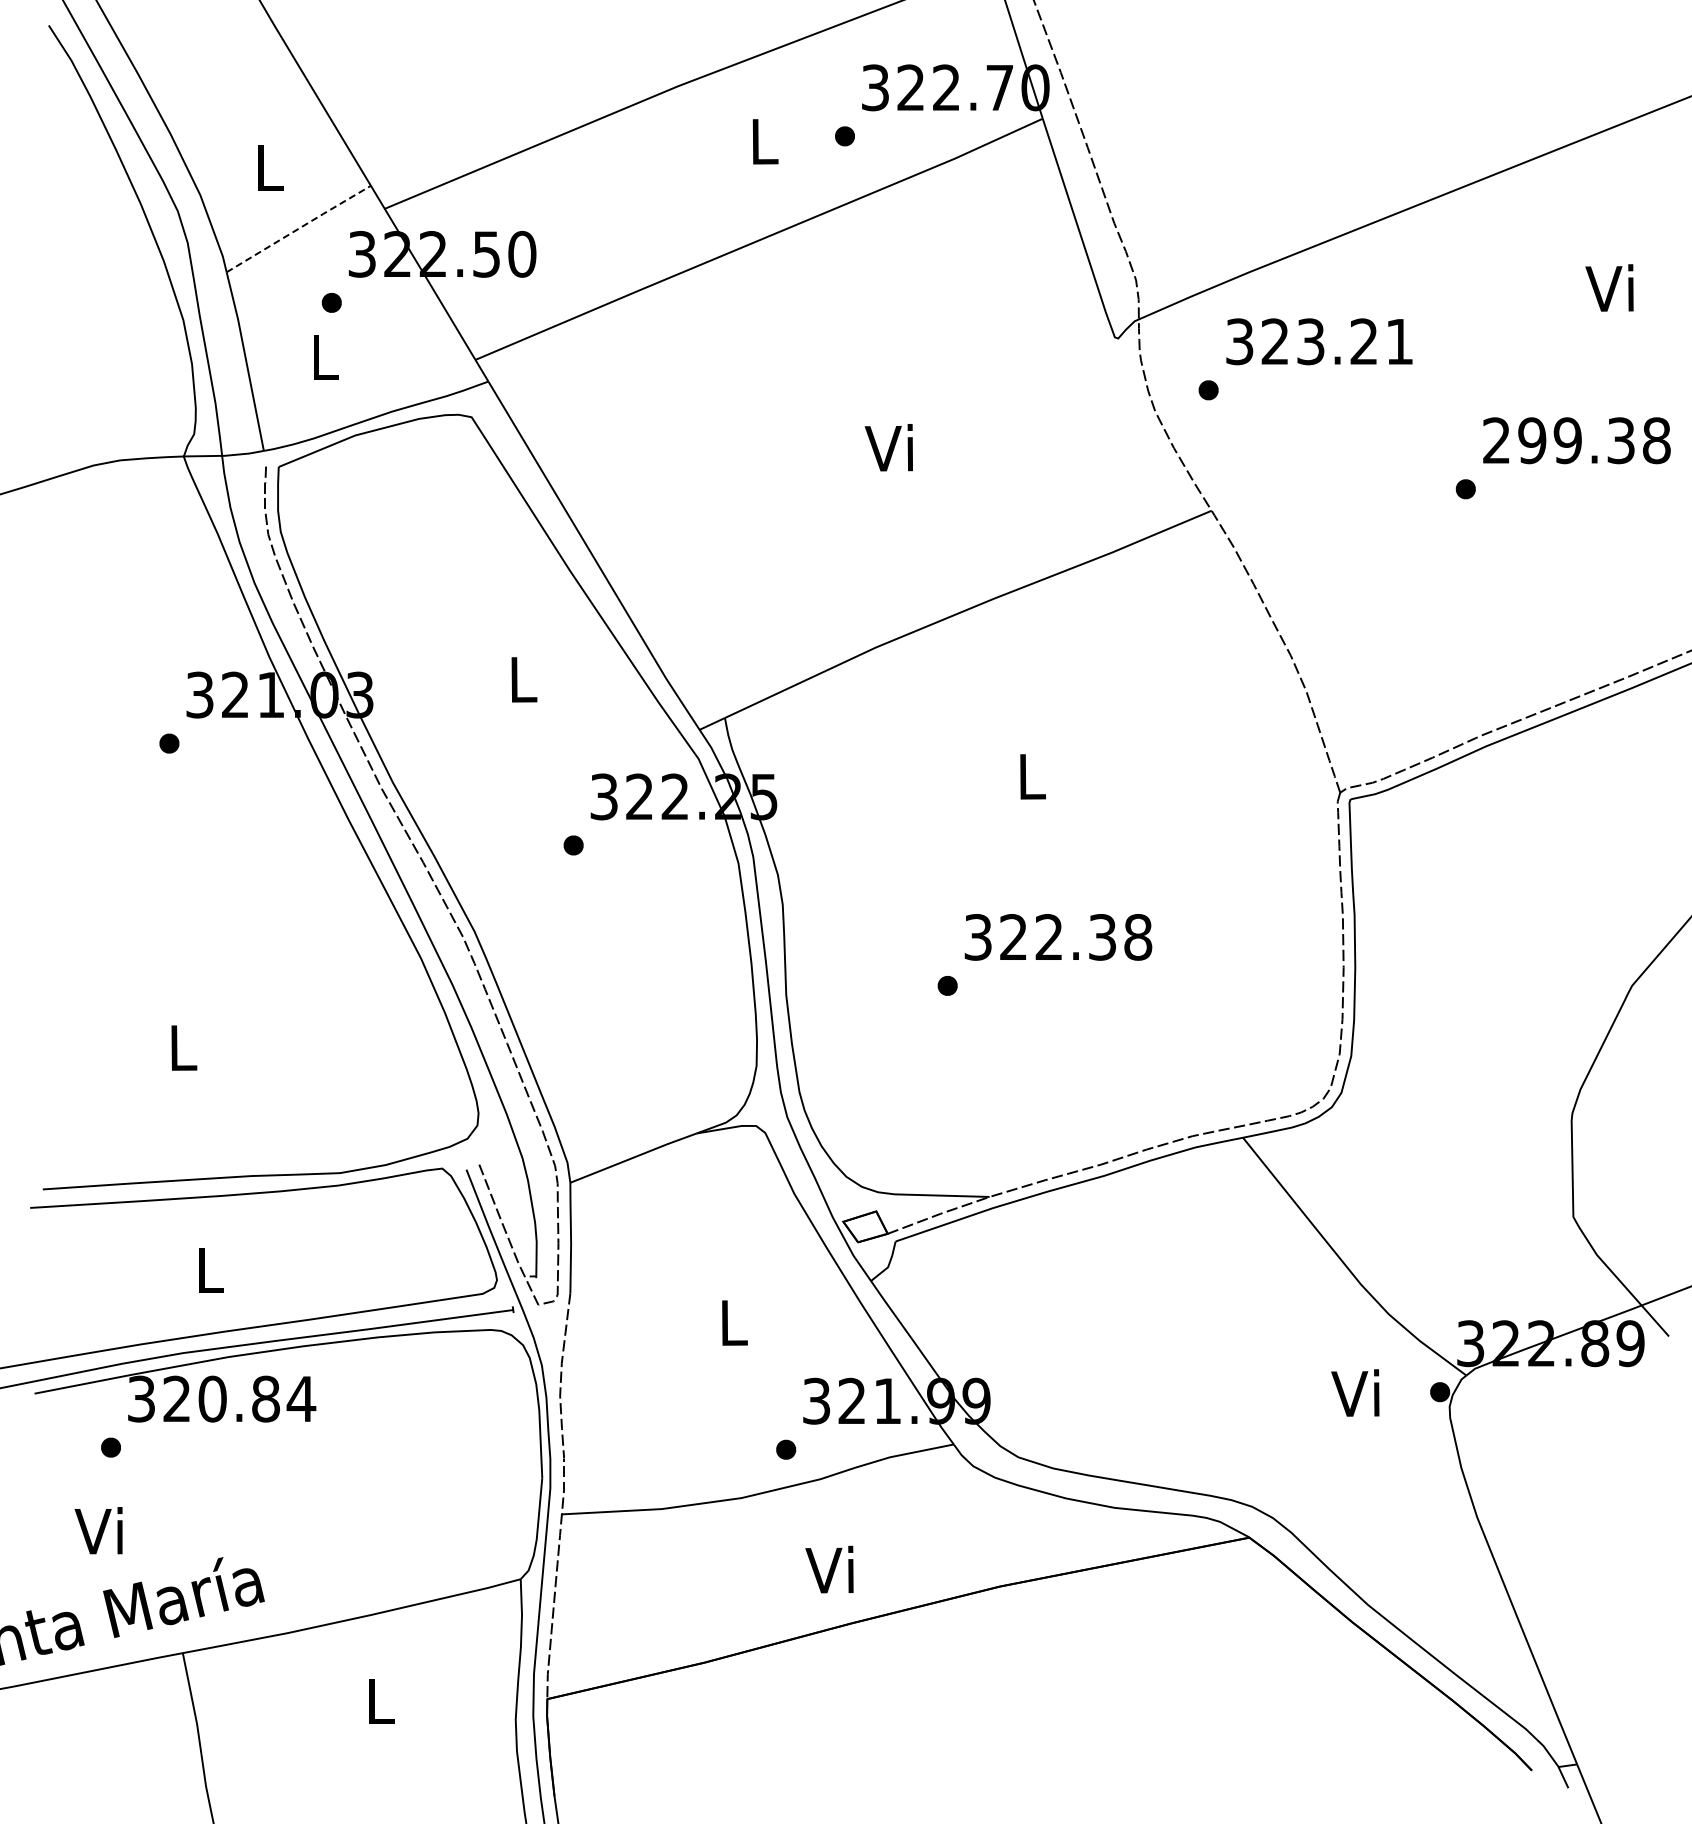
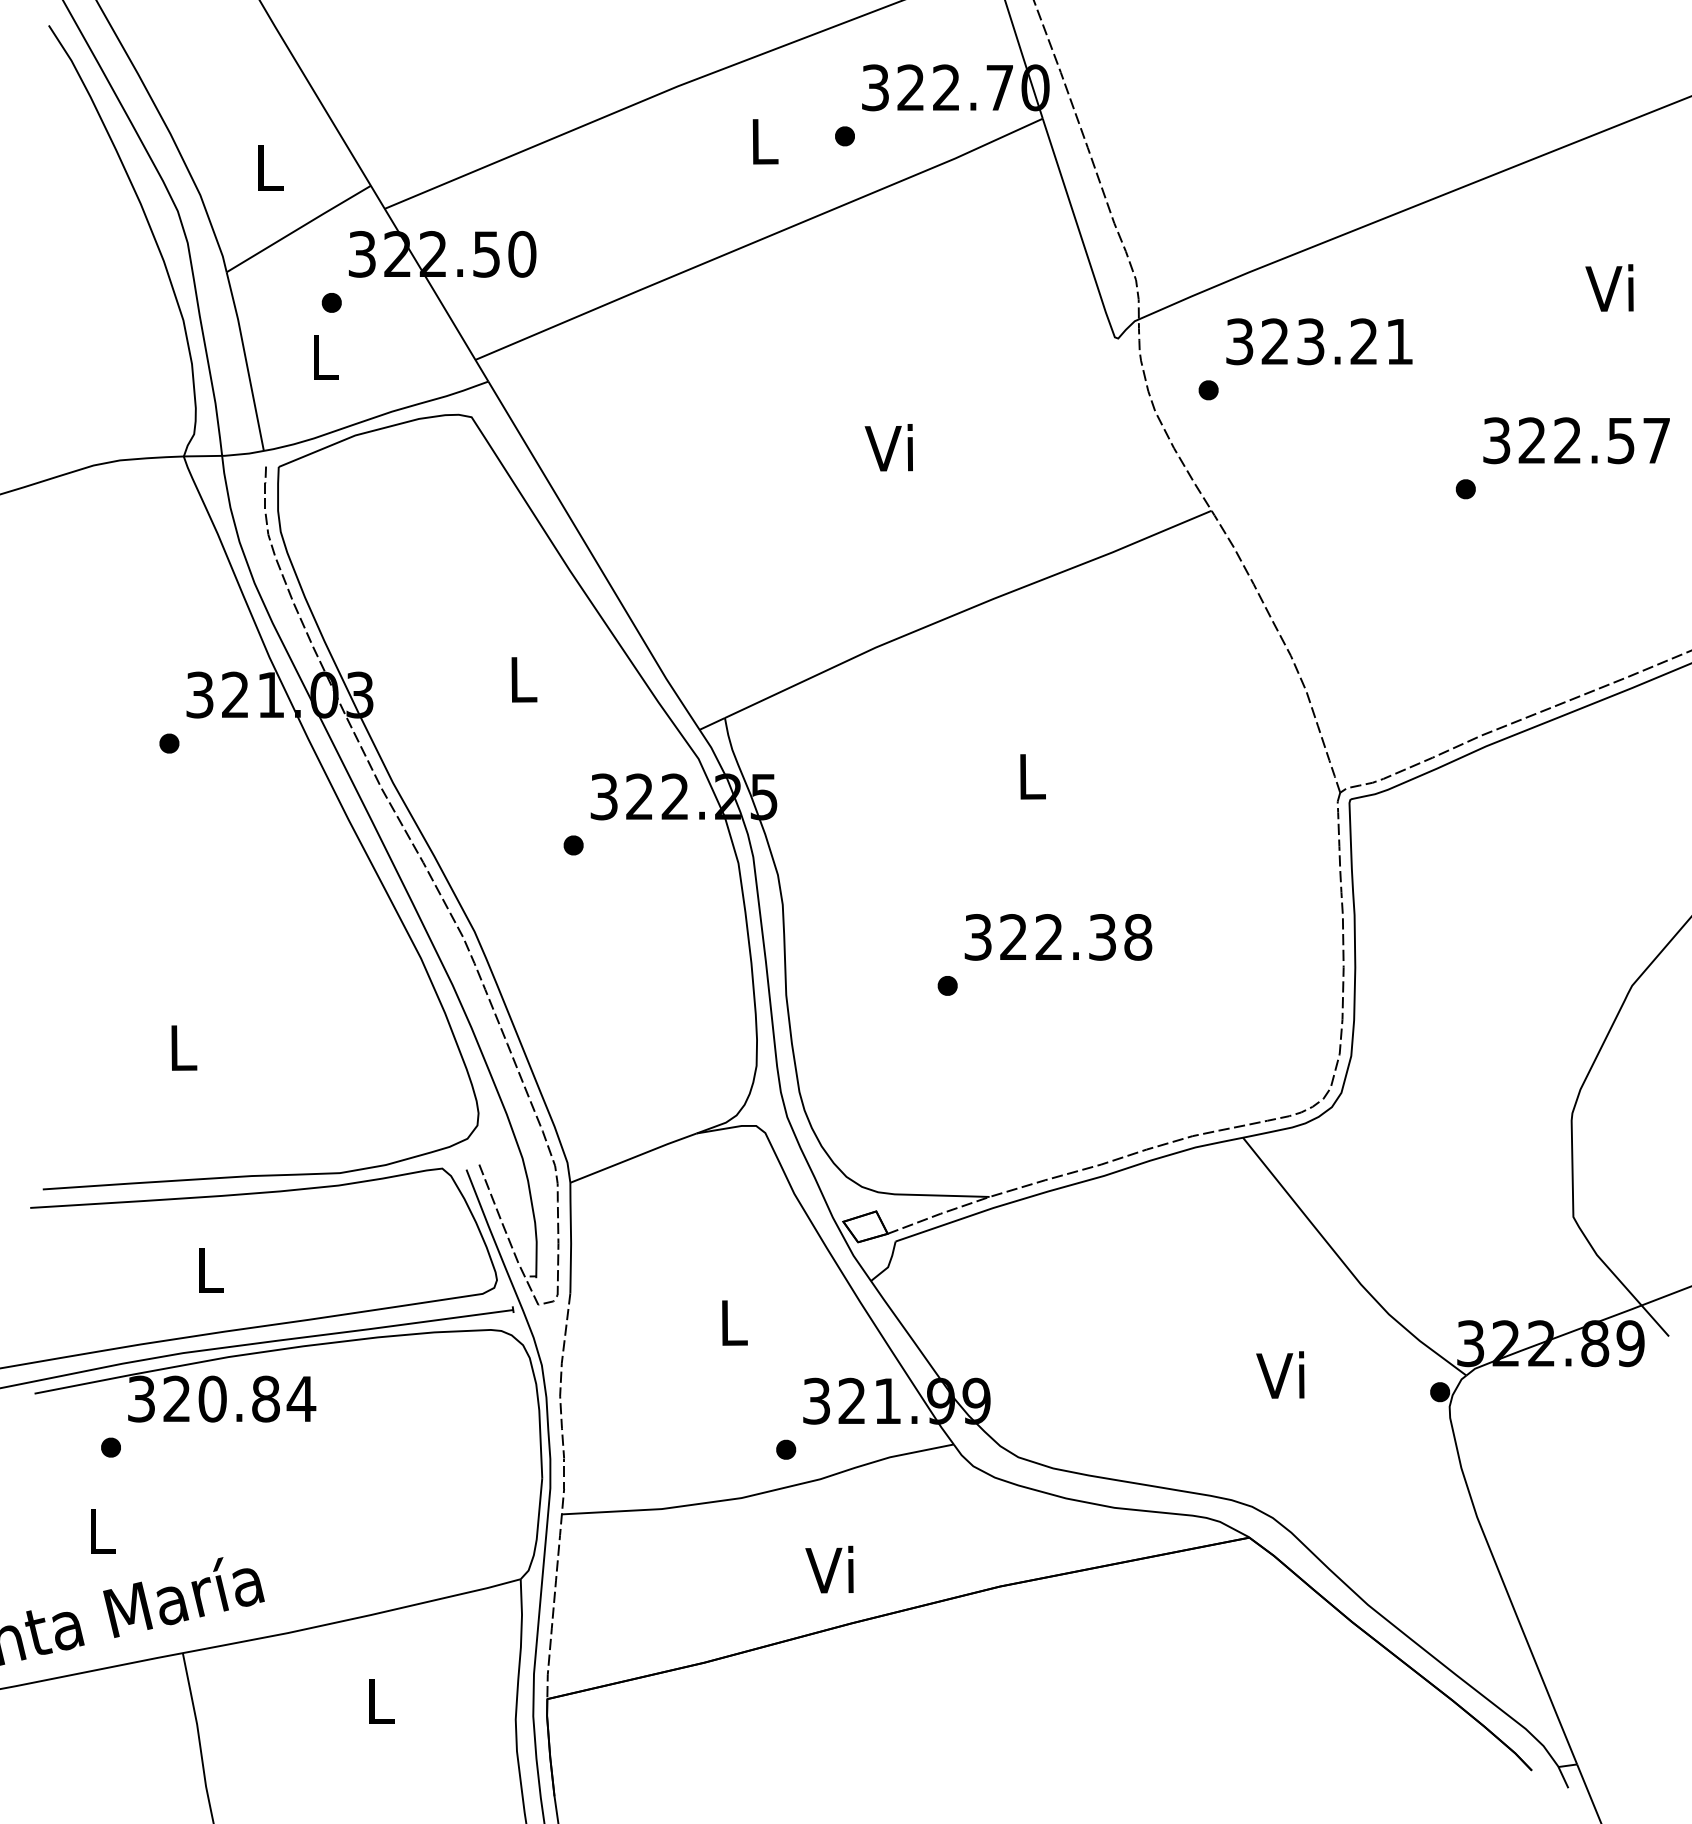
line at (299, 228): dashed -> solid
text at (1576, 440): 299.38 -> 322.57
text at (1355, 1392) position: (1355, 1392) -> (1280, 1374)
text at (98, 1530): Vi -> L
